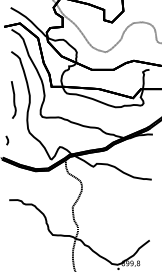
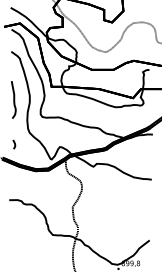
line at (7, 140) position: (7, 140) -> (14, 144)
